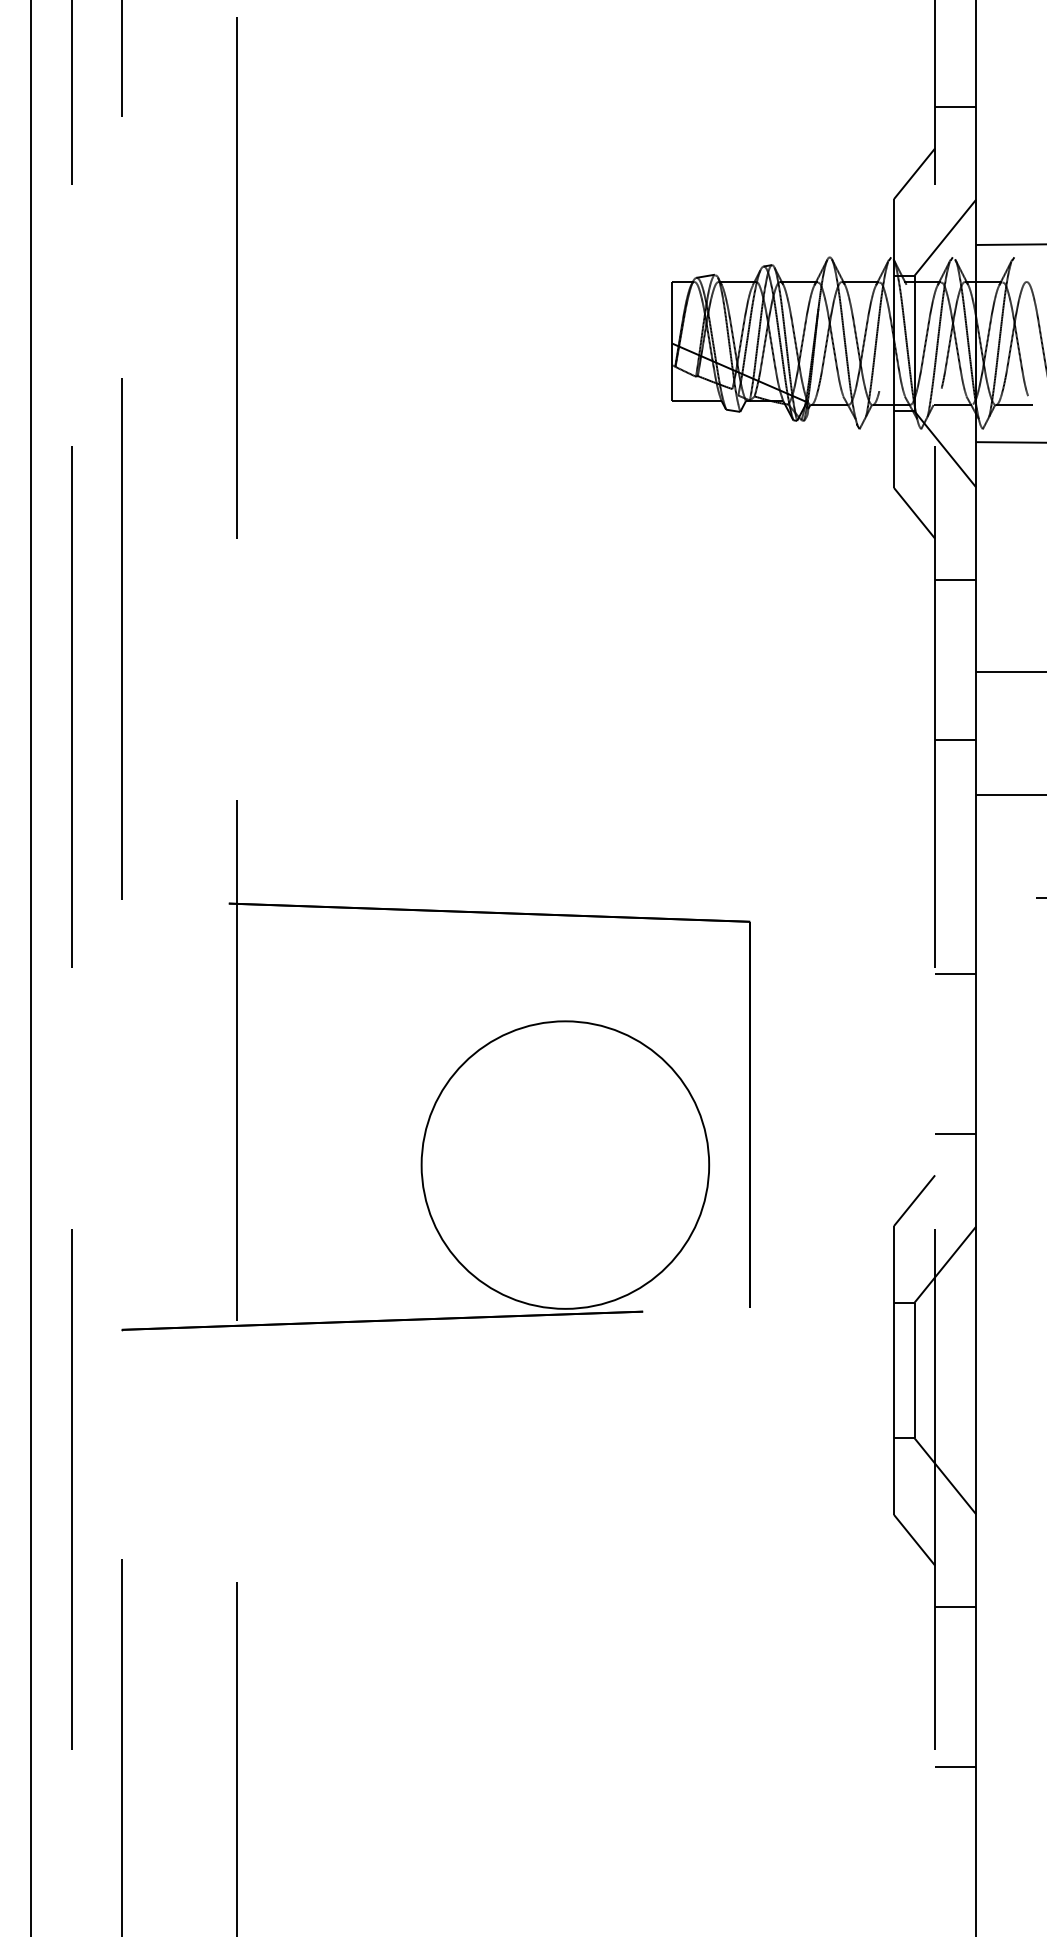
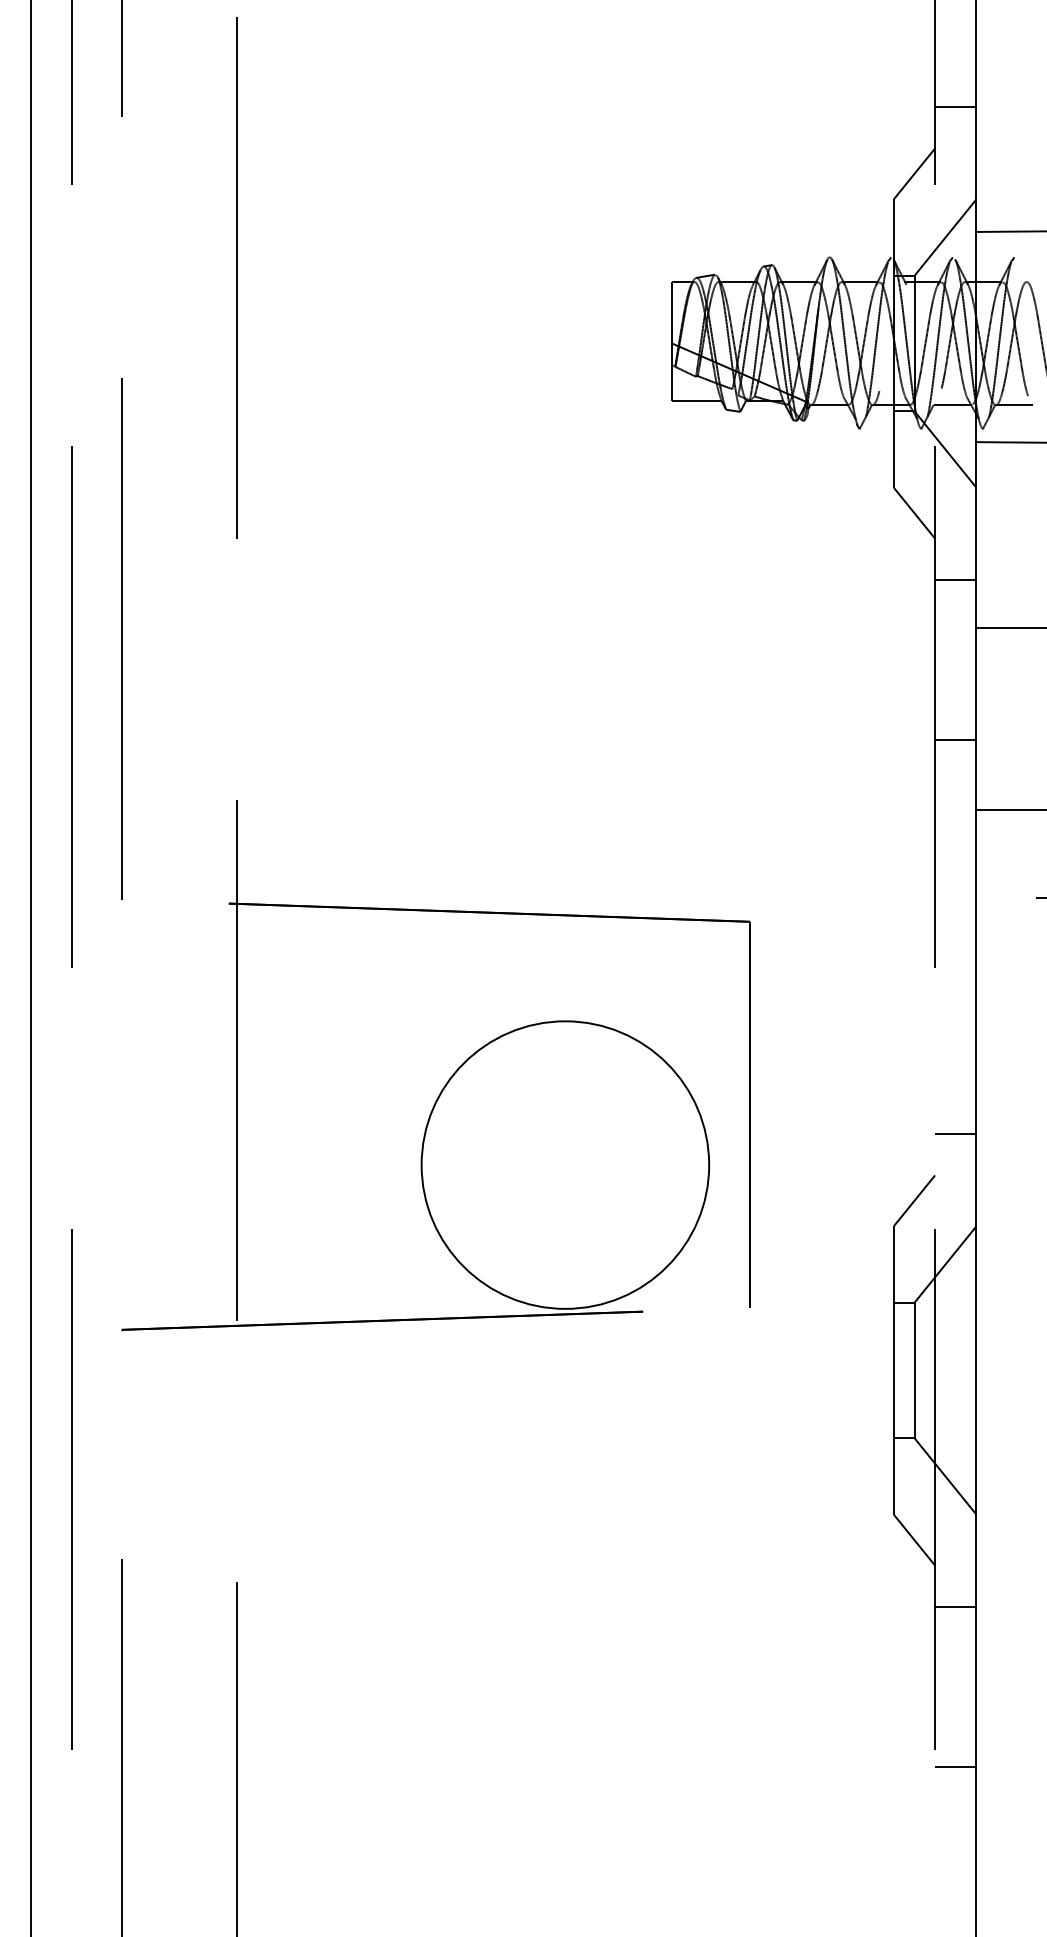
line at (1009, 244) position: (1009, 244) -> (1009, 231)
line at (1009, 672) position: (1009, 672) -> (1009, 628)
line at (1009, 795) position: (1009, 795) -> (1009, 810)
line at (955, 974): present -> none
